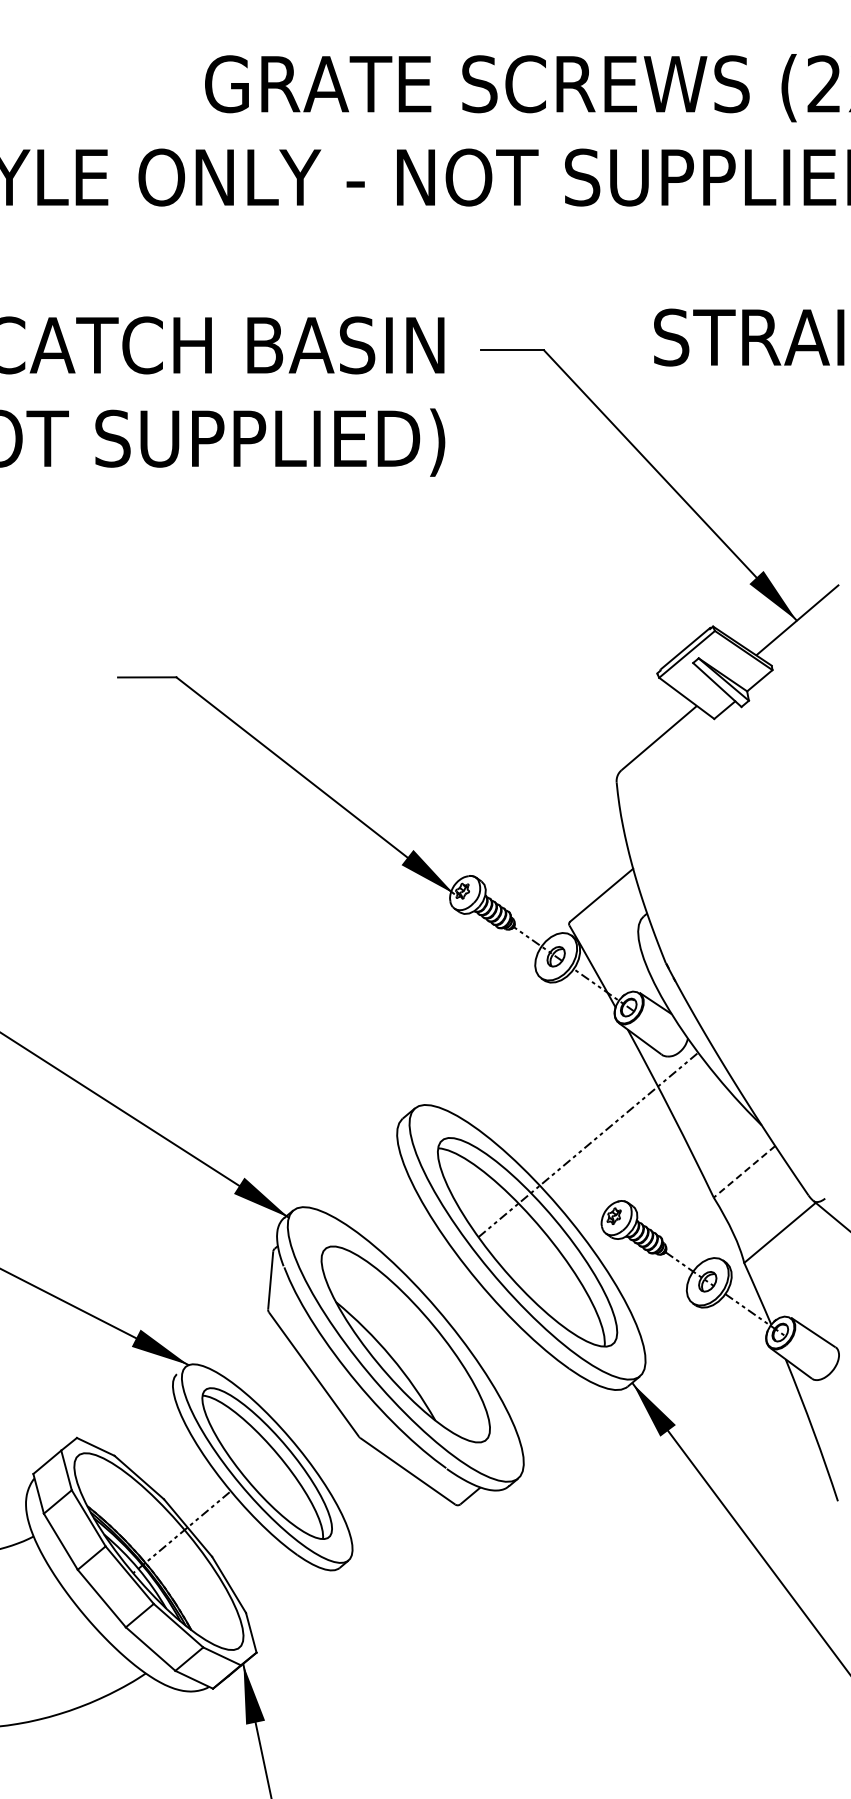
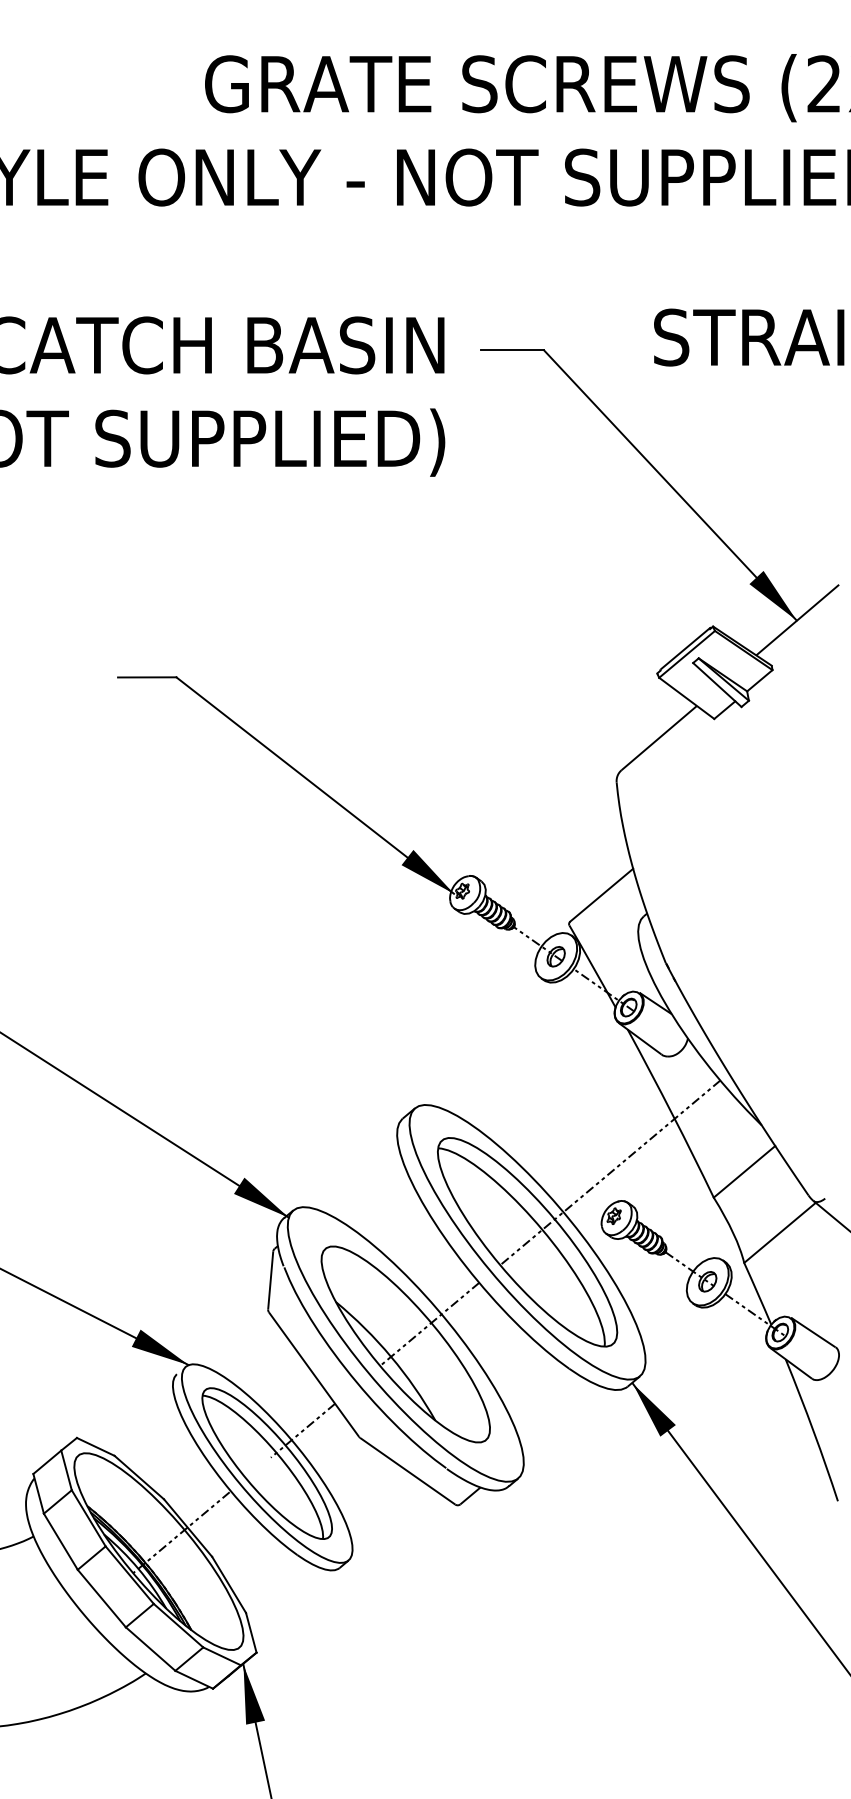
line at (587, 1145) position: (587, 1145) -> (610, 1172)
line at (744, 1172): dashed -> solid
line at (429, 1324): none -> present
line at (302, 1430): none -> present
